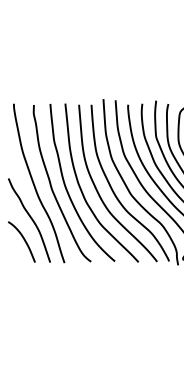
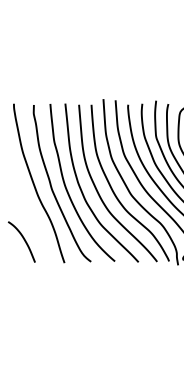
curve at (31, 220): present -> none
